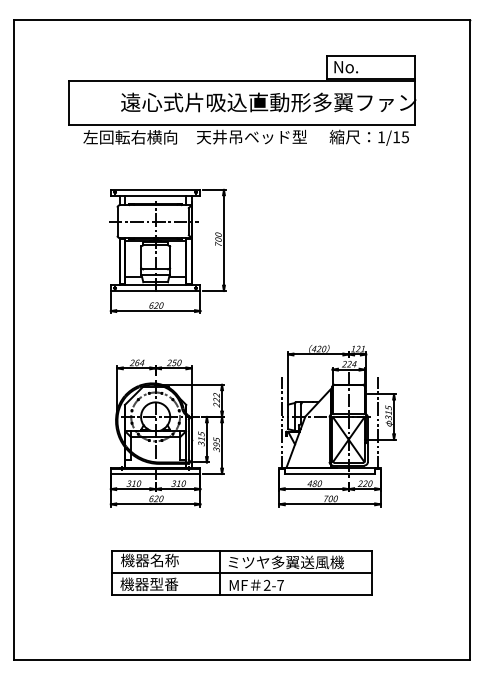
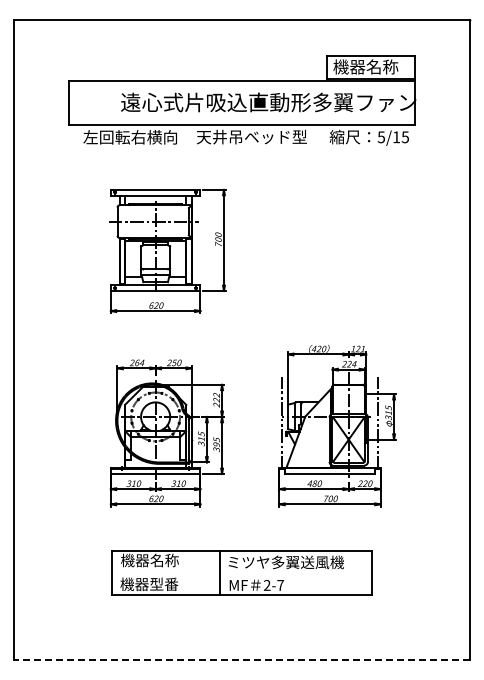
text at (365, 66): No. -> 機器名称
text at (380, 137): 1/15 -> 5/15
line at (241, 572): present -> none
line at (242, 659): solid -> dashed
